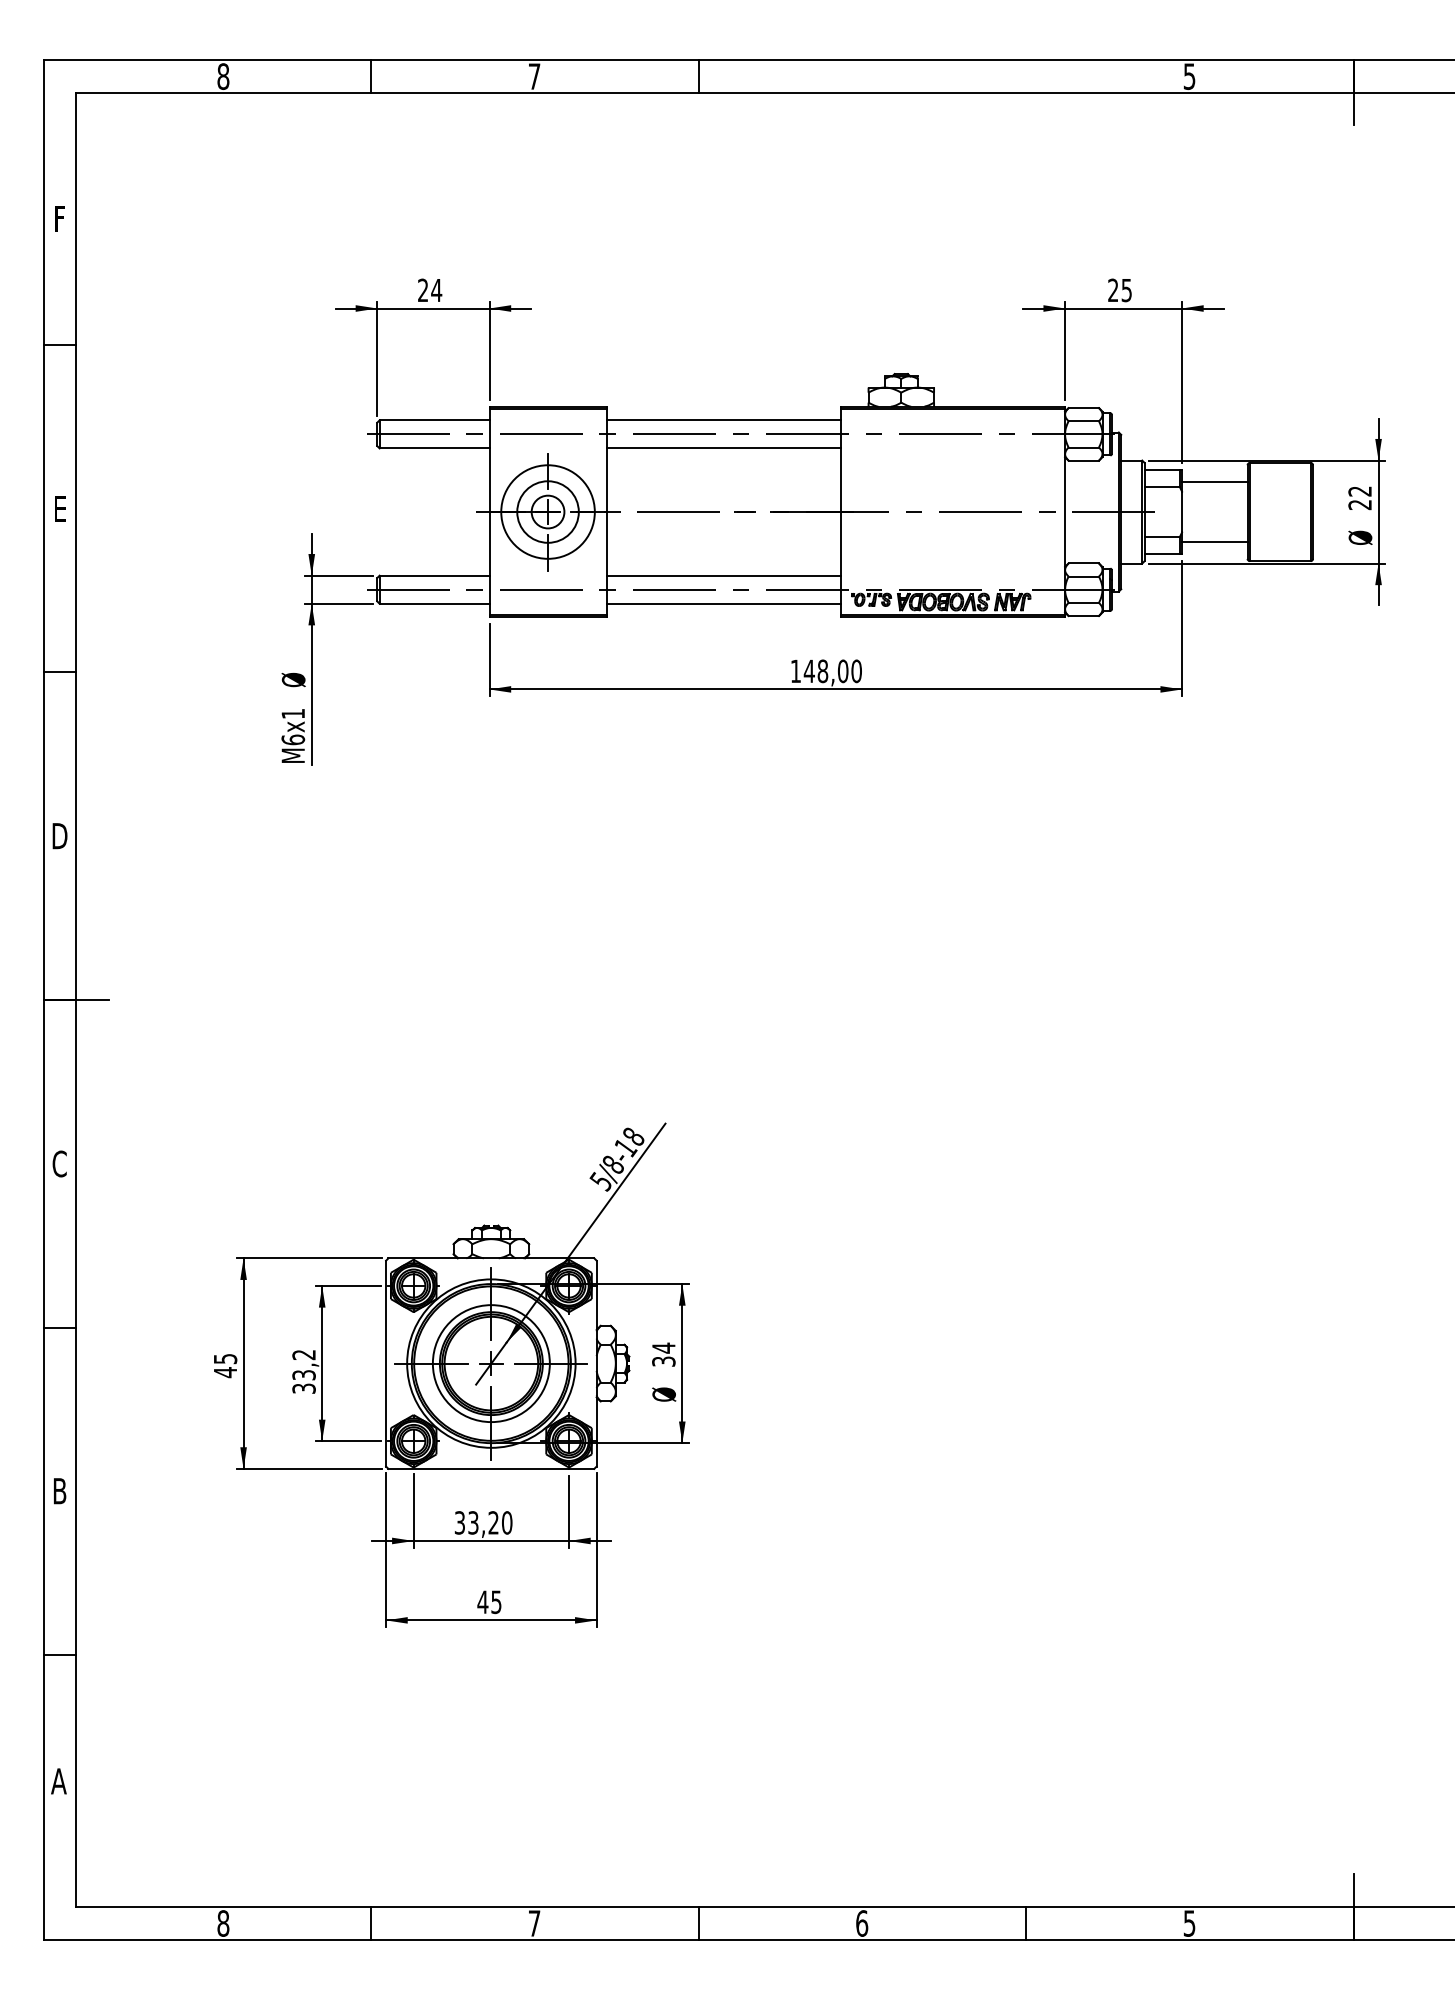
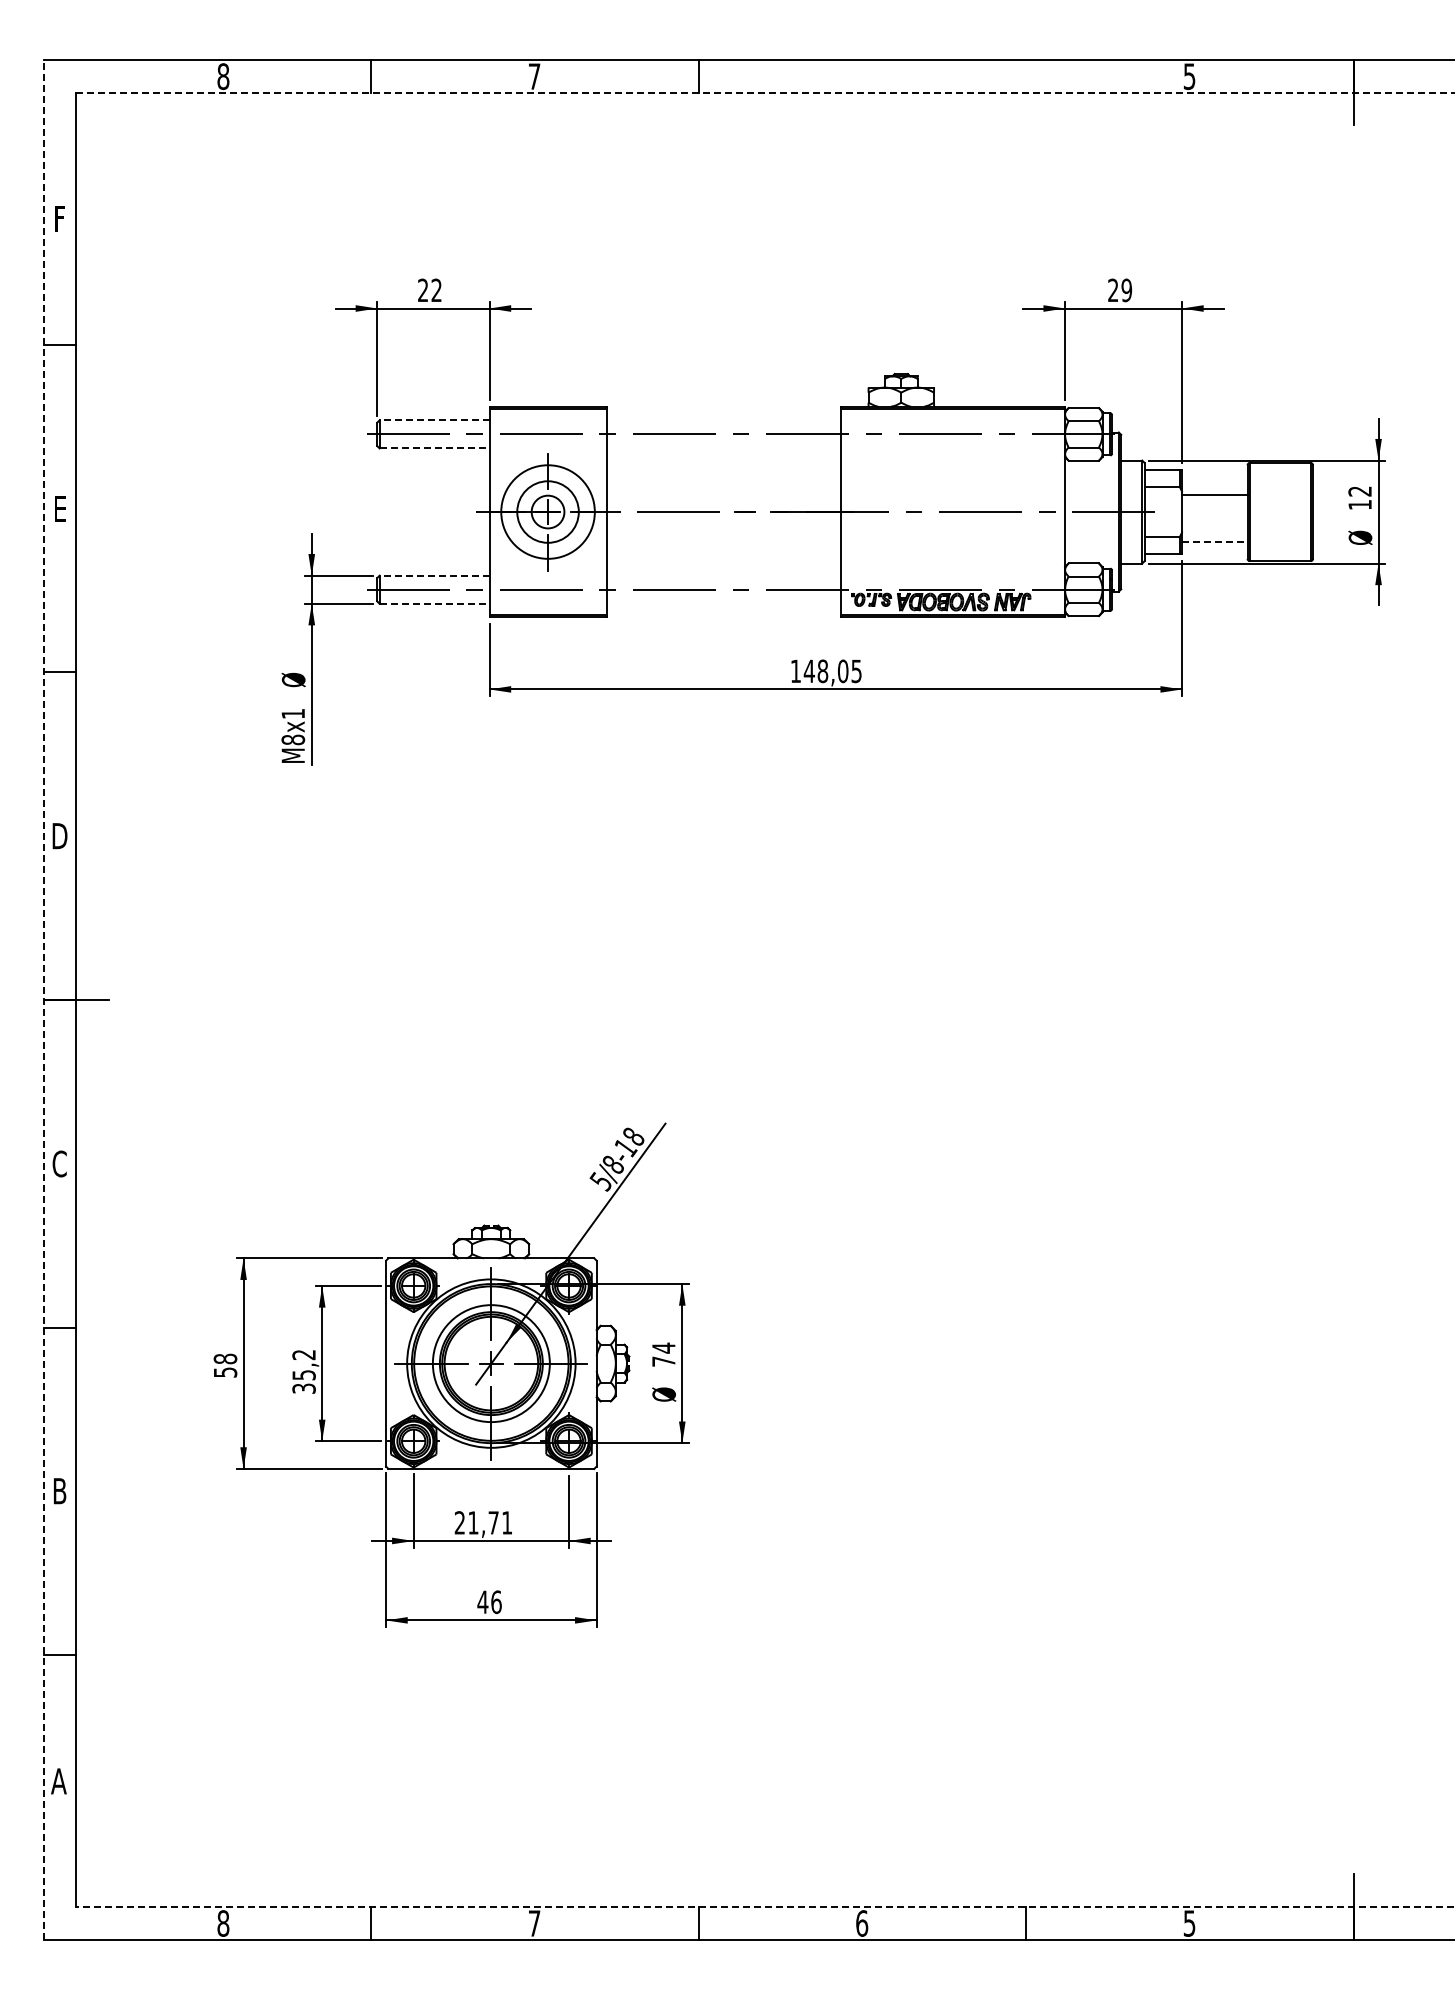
line at (765, 92): solid -> dashed
text at (436, 289): 24 -> 22
text at (1126, 289): 25 -> 29
line at (434, 420): solid -> dashed
line at (723, 420): present -> none
line at (434, 448): solid -> dashed
line at (723, 448): present -> none
line at (1214, 481) position: (1214, 481) -> (1214, 494)
text at (1359, 505): 22 -> 12
line at (1214, 542): solid -> dashed
line at (434, 575): solid -> dashed
line at (723, 575): present -> none
line at (434, 603): solid -> dashed
line at (723, 603): present -> none
text at (856, 671): 148,00 -> 148,05
text at (292, 739): M6x1 -> M8x1
line at (43, 999): solid -> dashed
text at (663, 1361): 34 -> 74
text at (225, 1365): 45 -> 58
text at (303, 1374): 33,2 -> 35,2
text at (483, 1522): 33,20 -> 21,71
text at (496, 1602): 45 -> 46
line at (765, 1907): solid -> dashed
